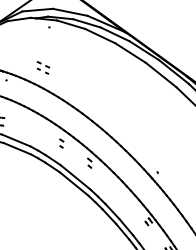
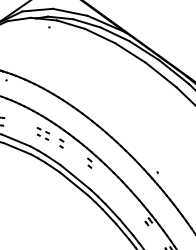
part at (43, 67) position: (43, 67) -> (43, 133)
